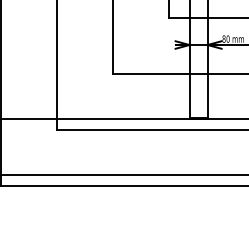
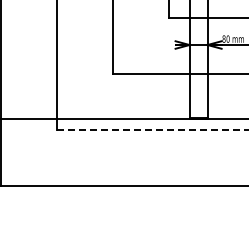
line at (152, 130): solid -> dashed
line at (123, 175): present -> none
